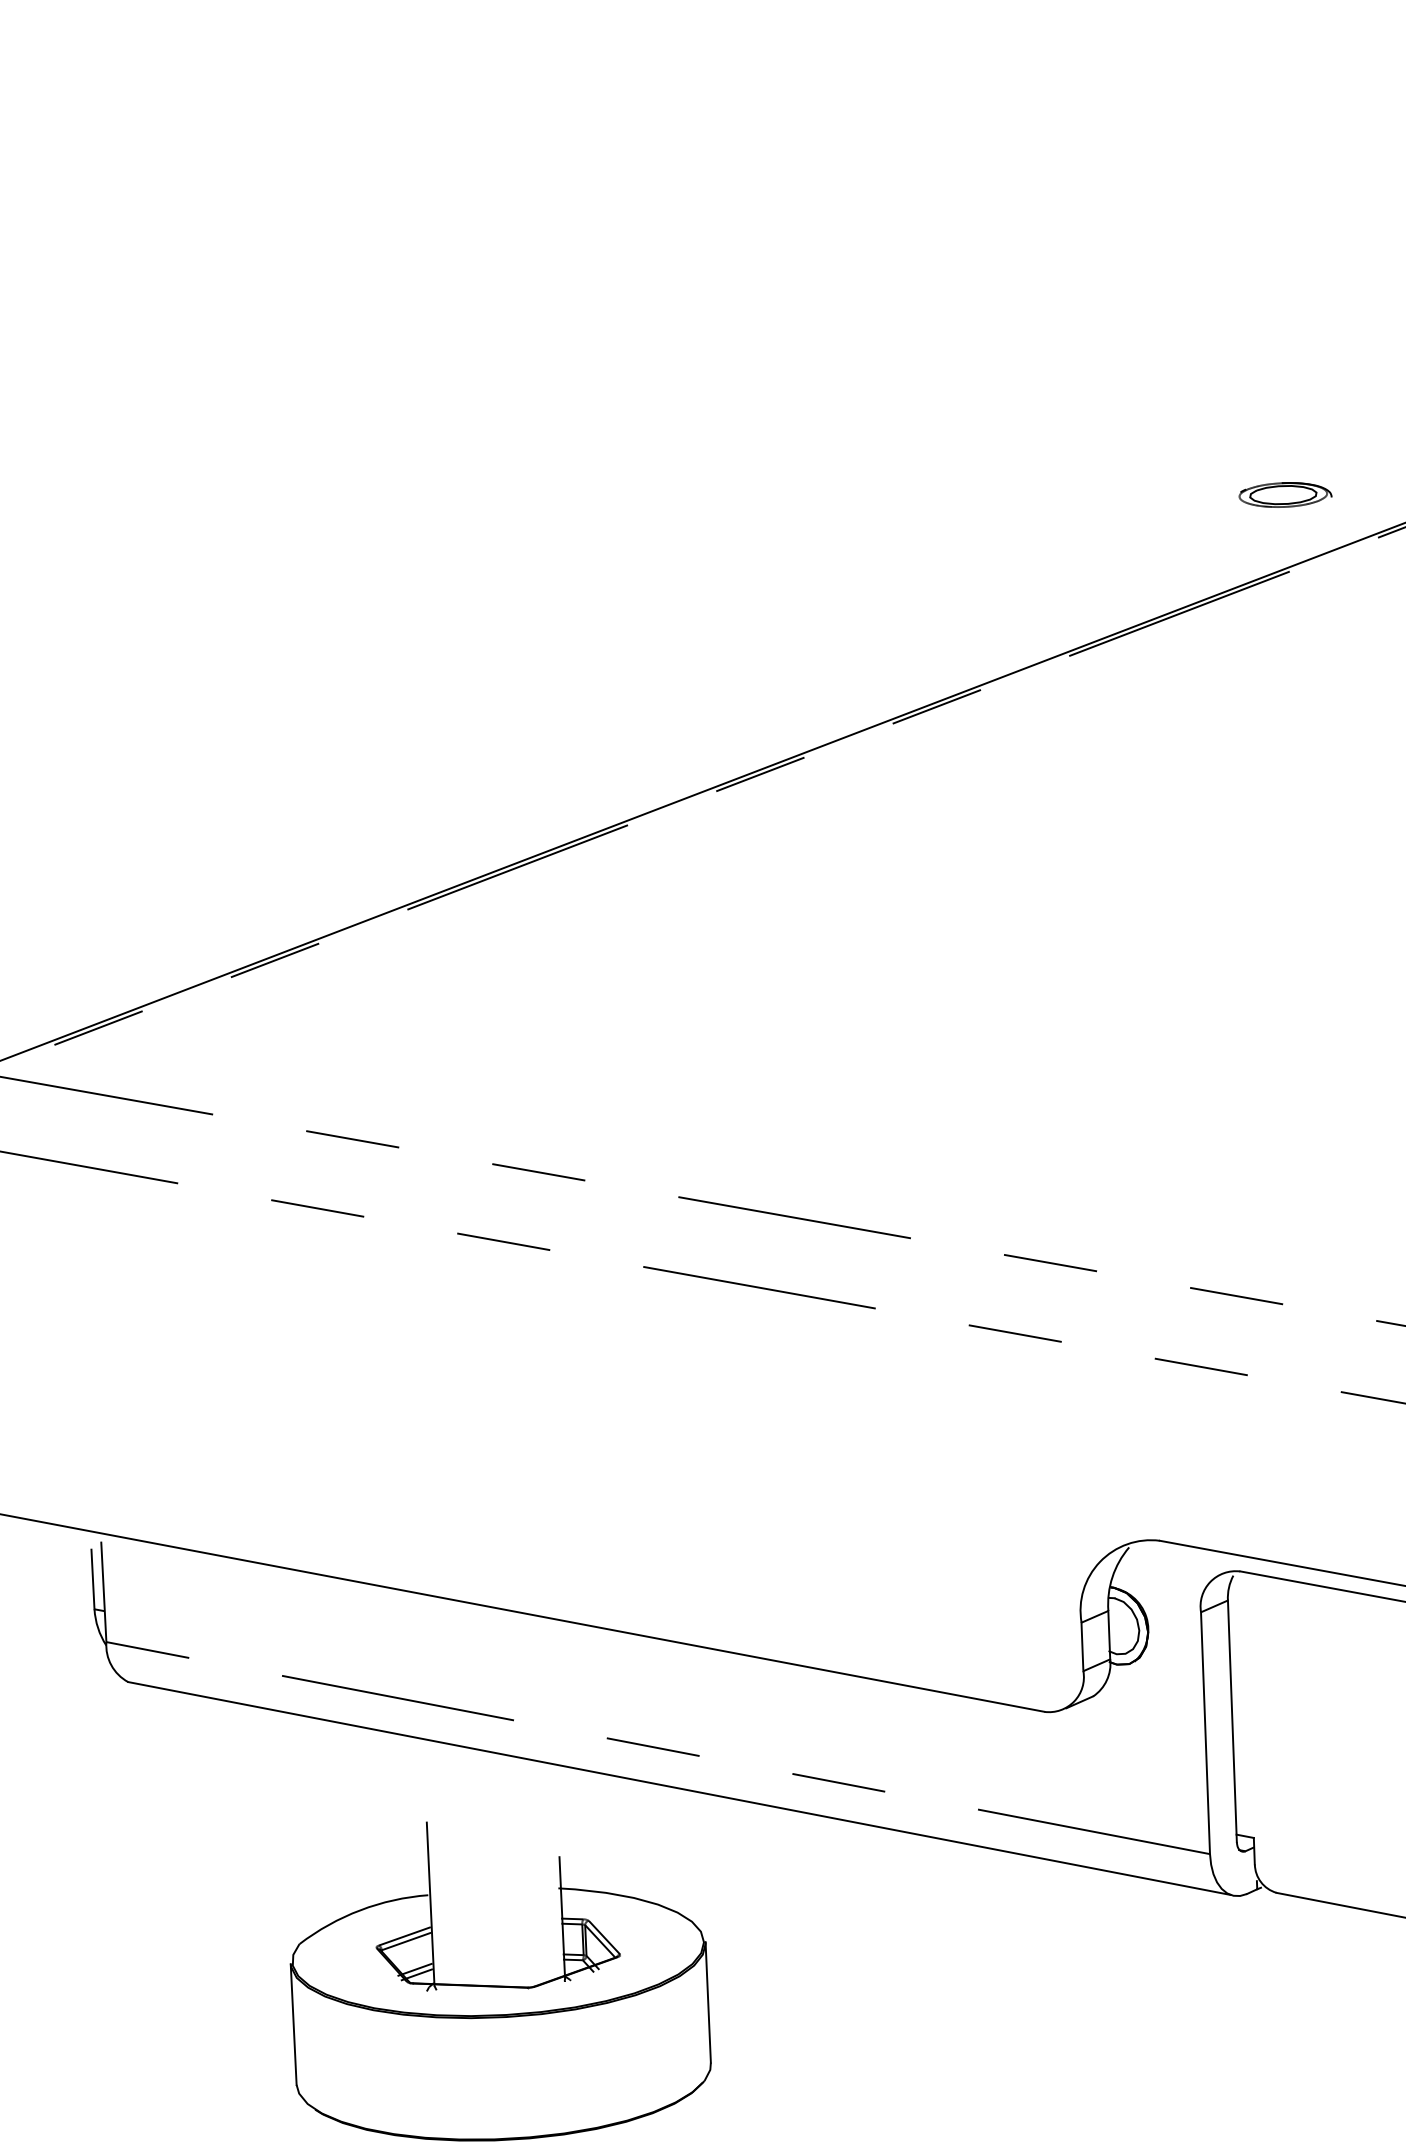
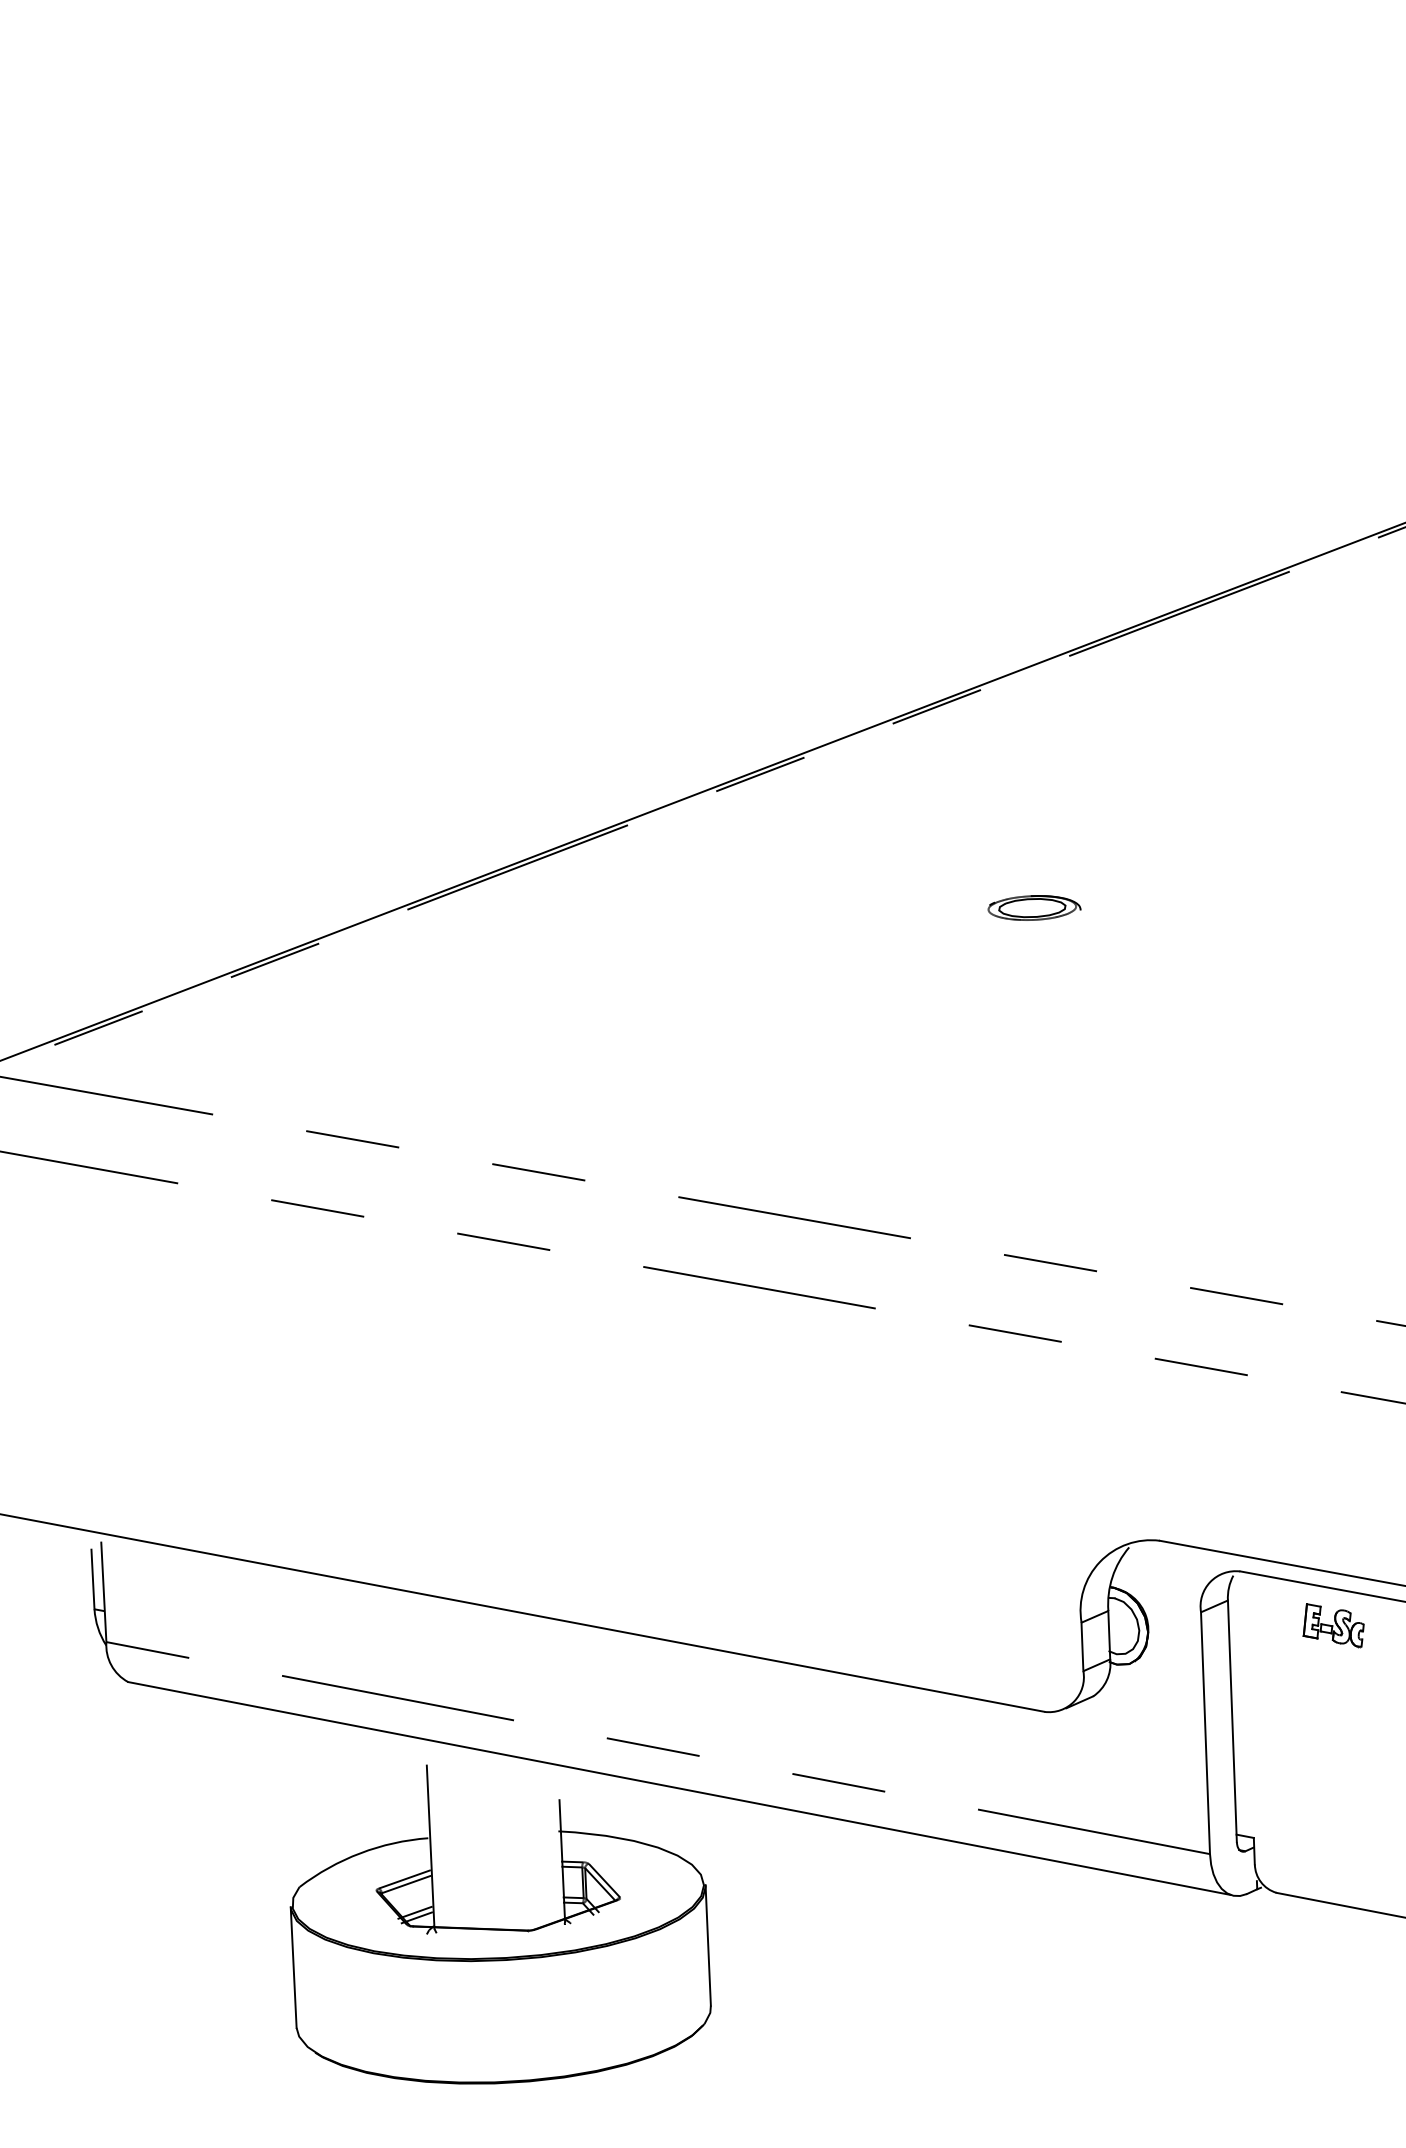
part at (1285, 494) position: (1285, 494) -> (1034, 907)
part at (1333, 1625): none -> present
part at (500, 1981) position: (500, 1981) -> (500, 1924)
